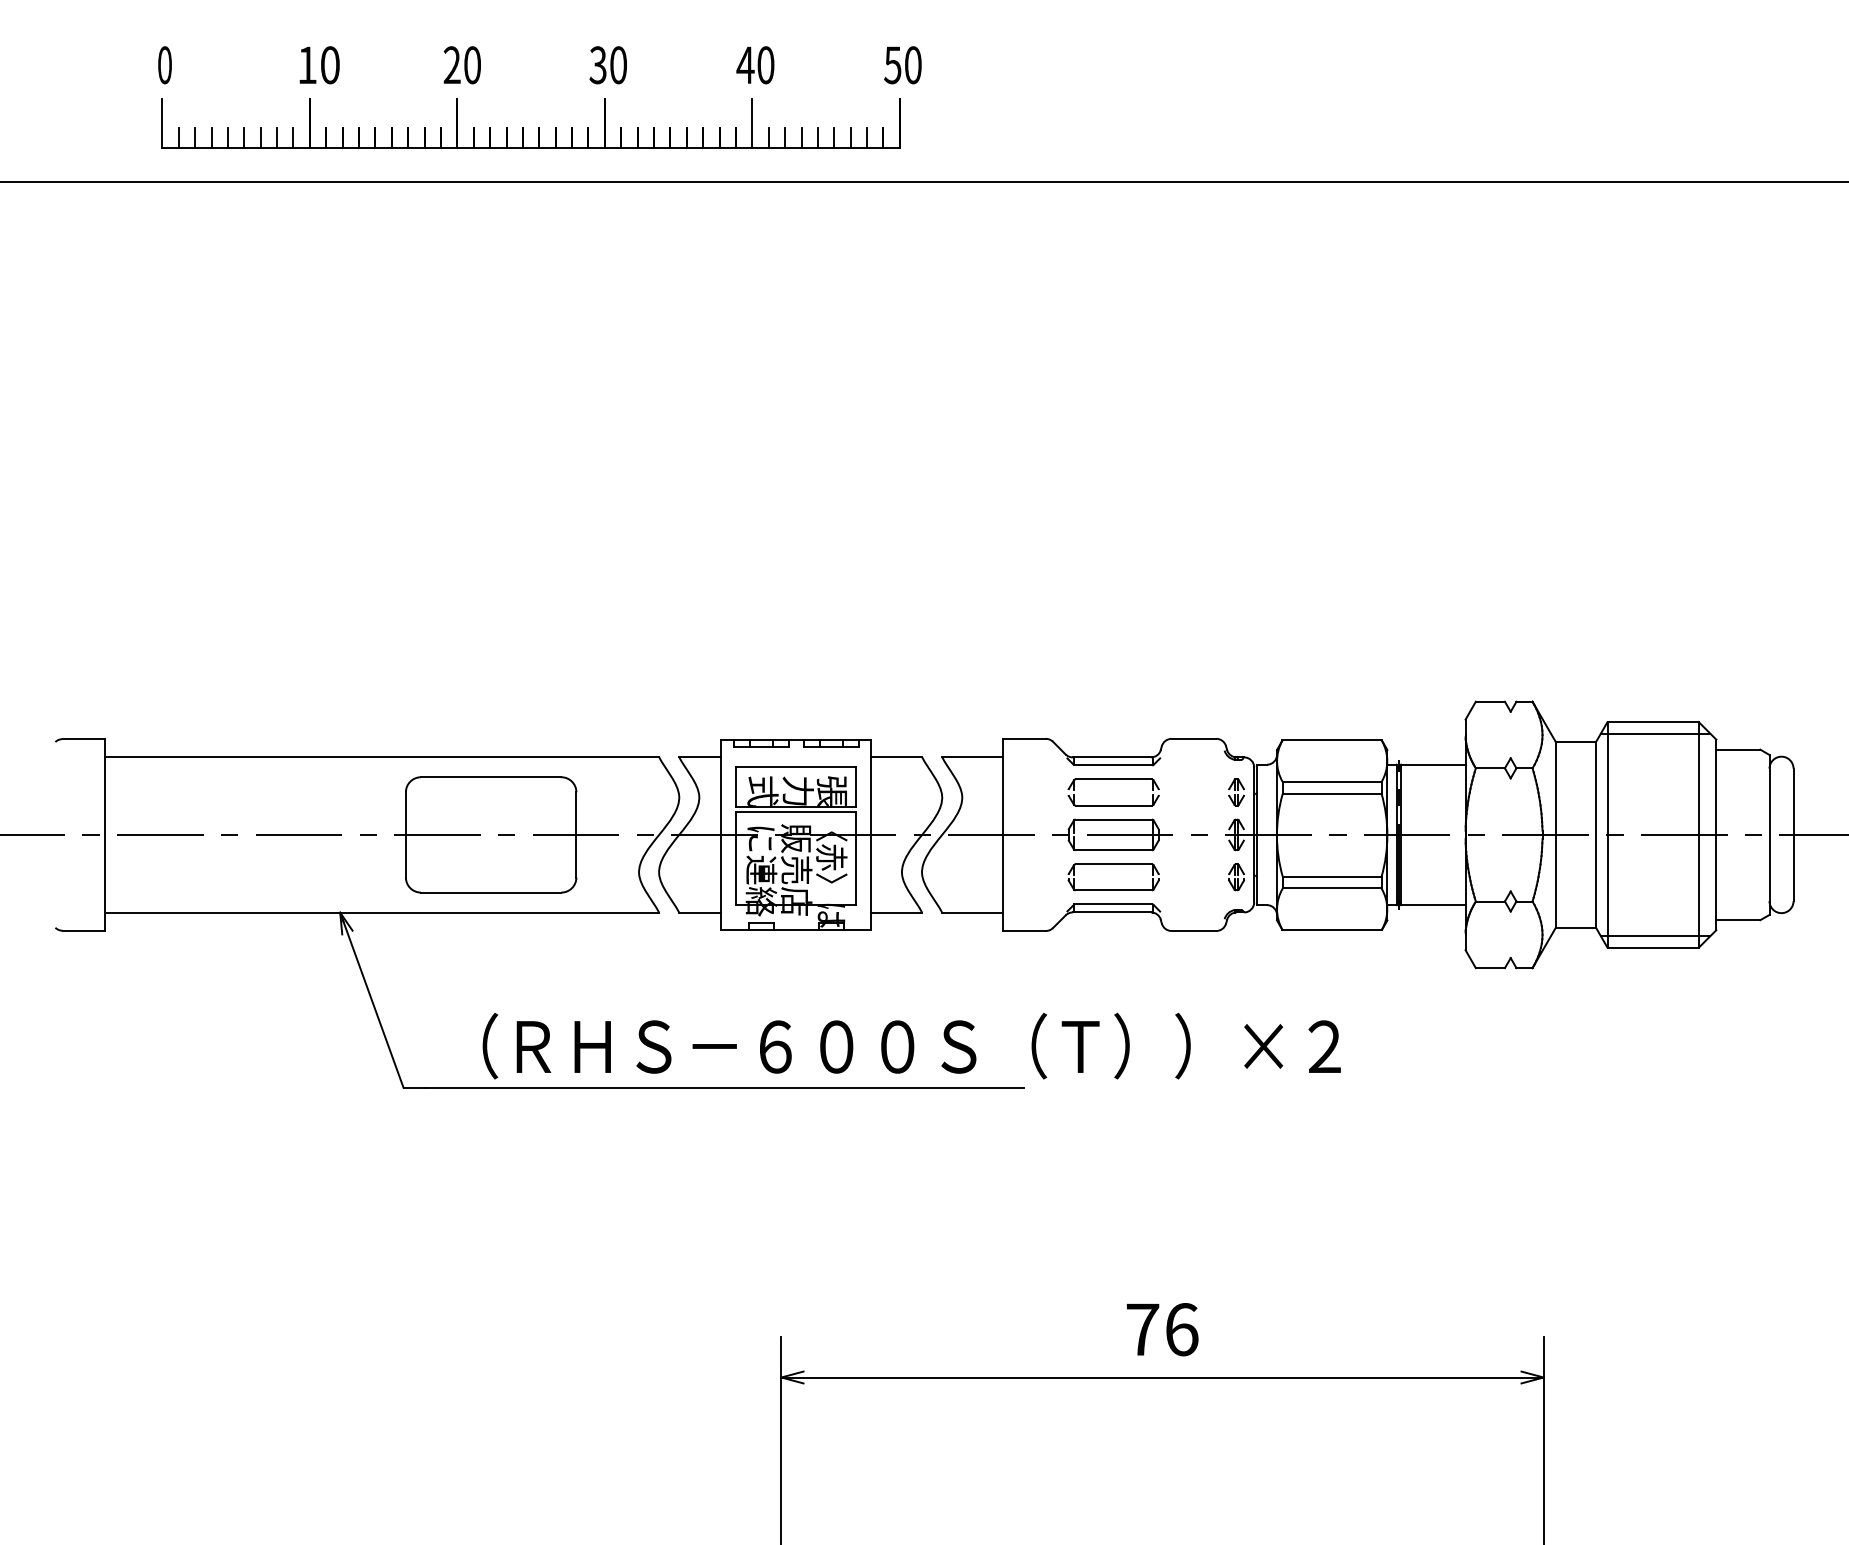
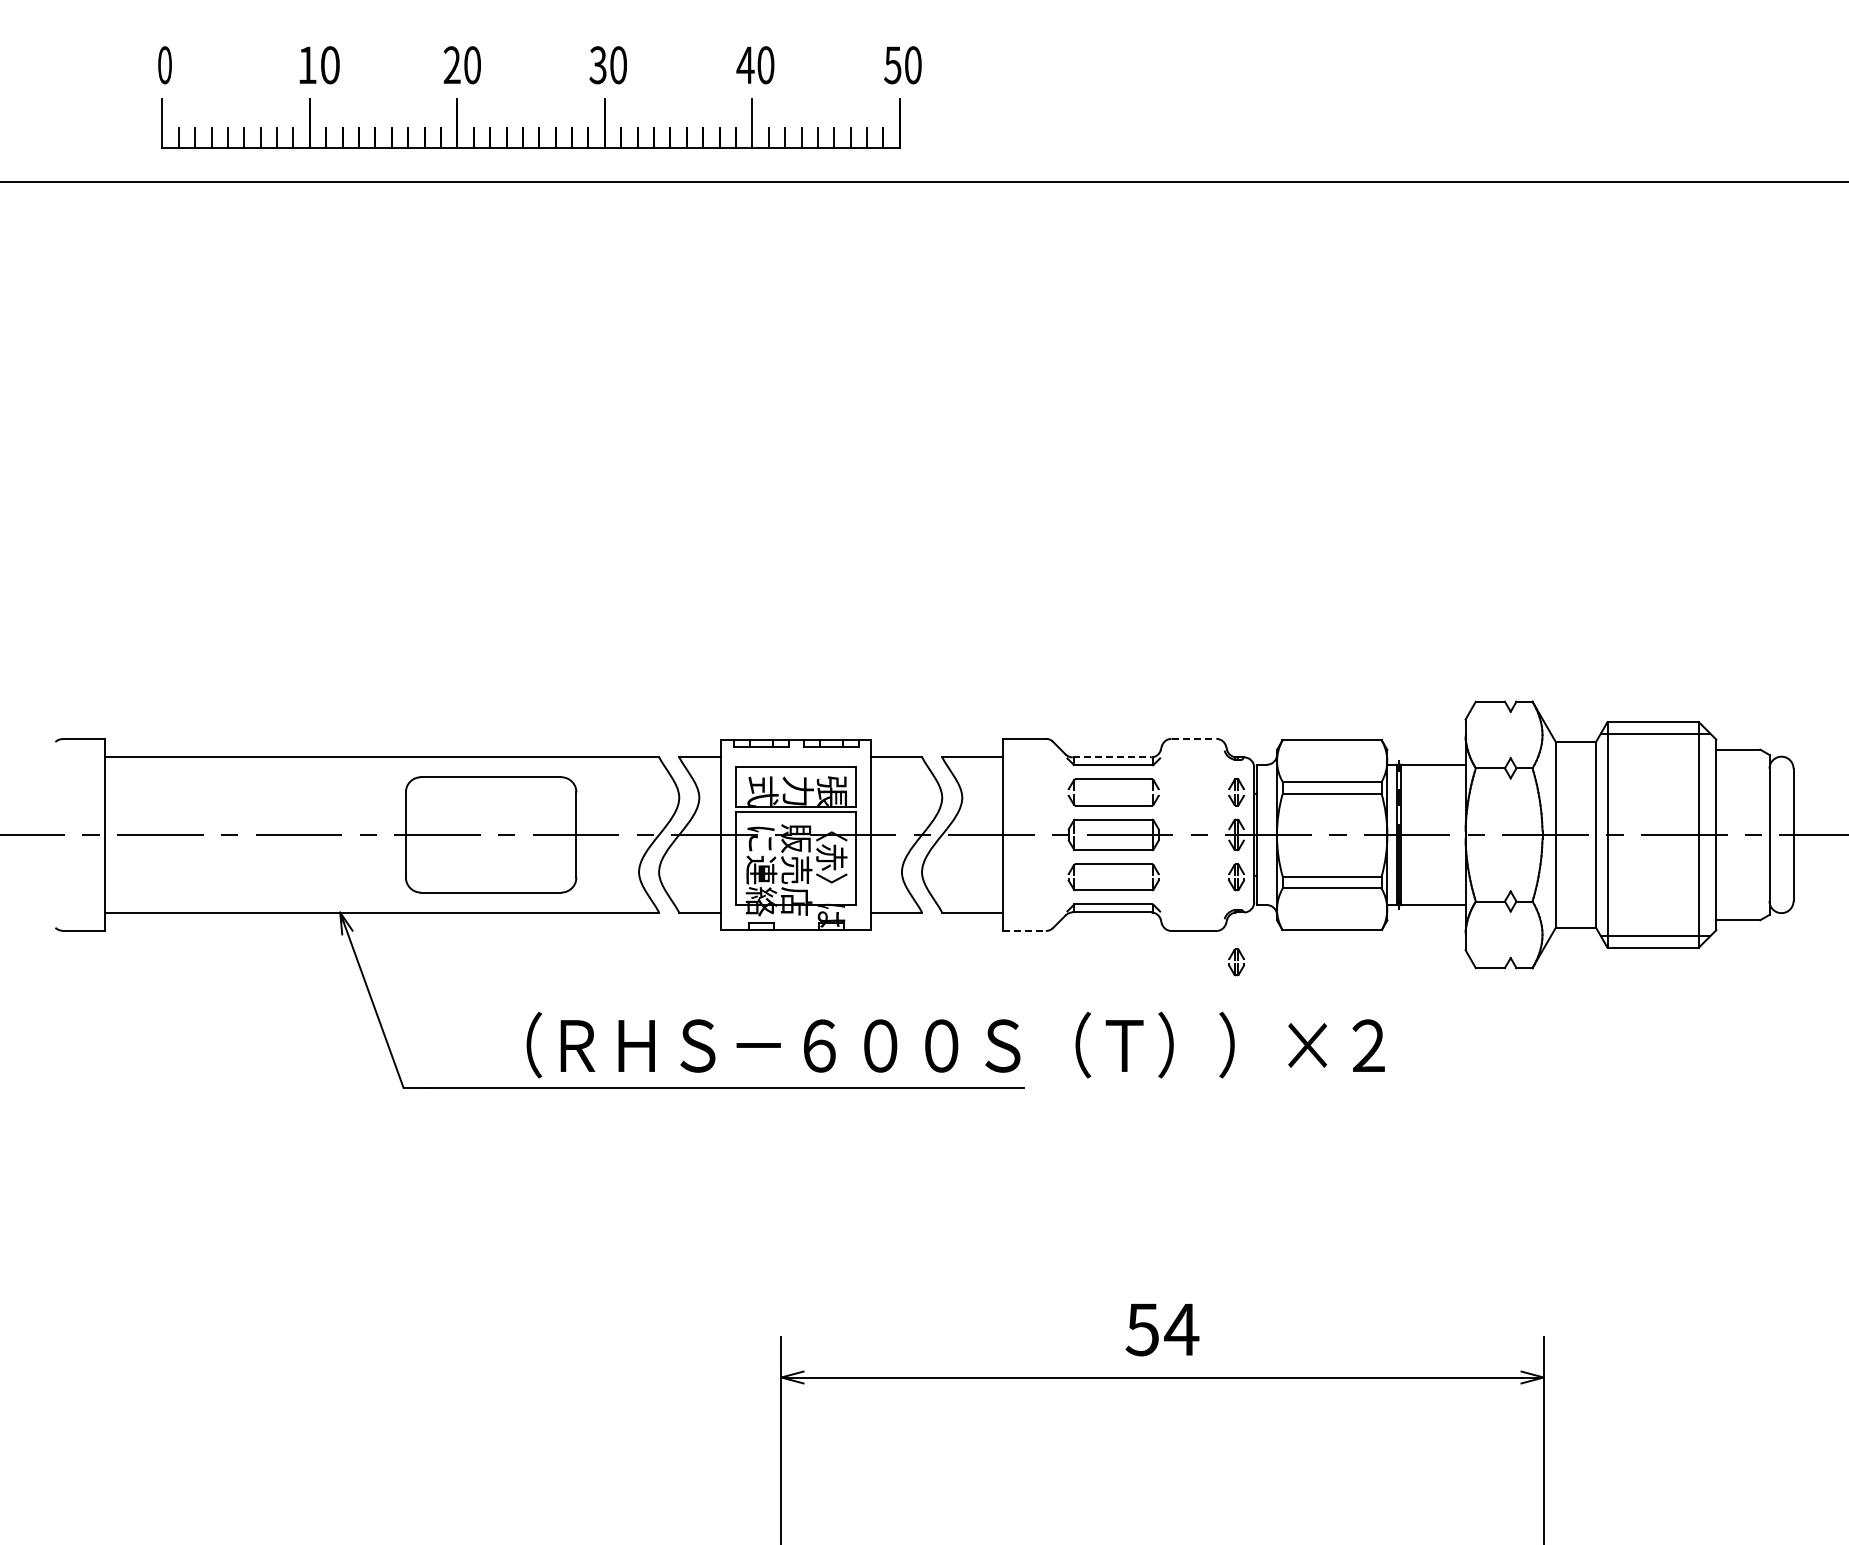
line at (1194, 738): solid -> dashed
line at (1112, 757): solid -> dashed
line at (1025, 931): solid -> dashed
part at (1236, 962): none -> present
text at (911, 1045) position: (911, 1045) -> (955, 1044)
text at (1162, 1329): 76 -> 54
